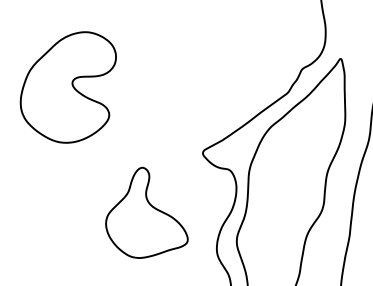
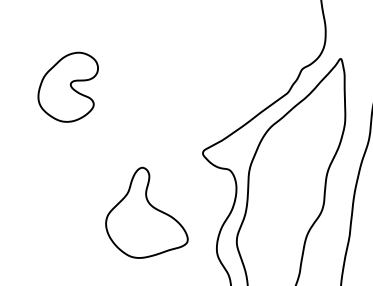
part at (67, 87) size: 98x113 px -> 62x72 px
